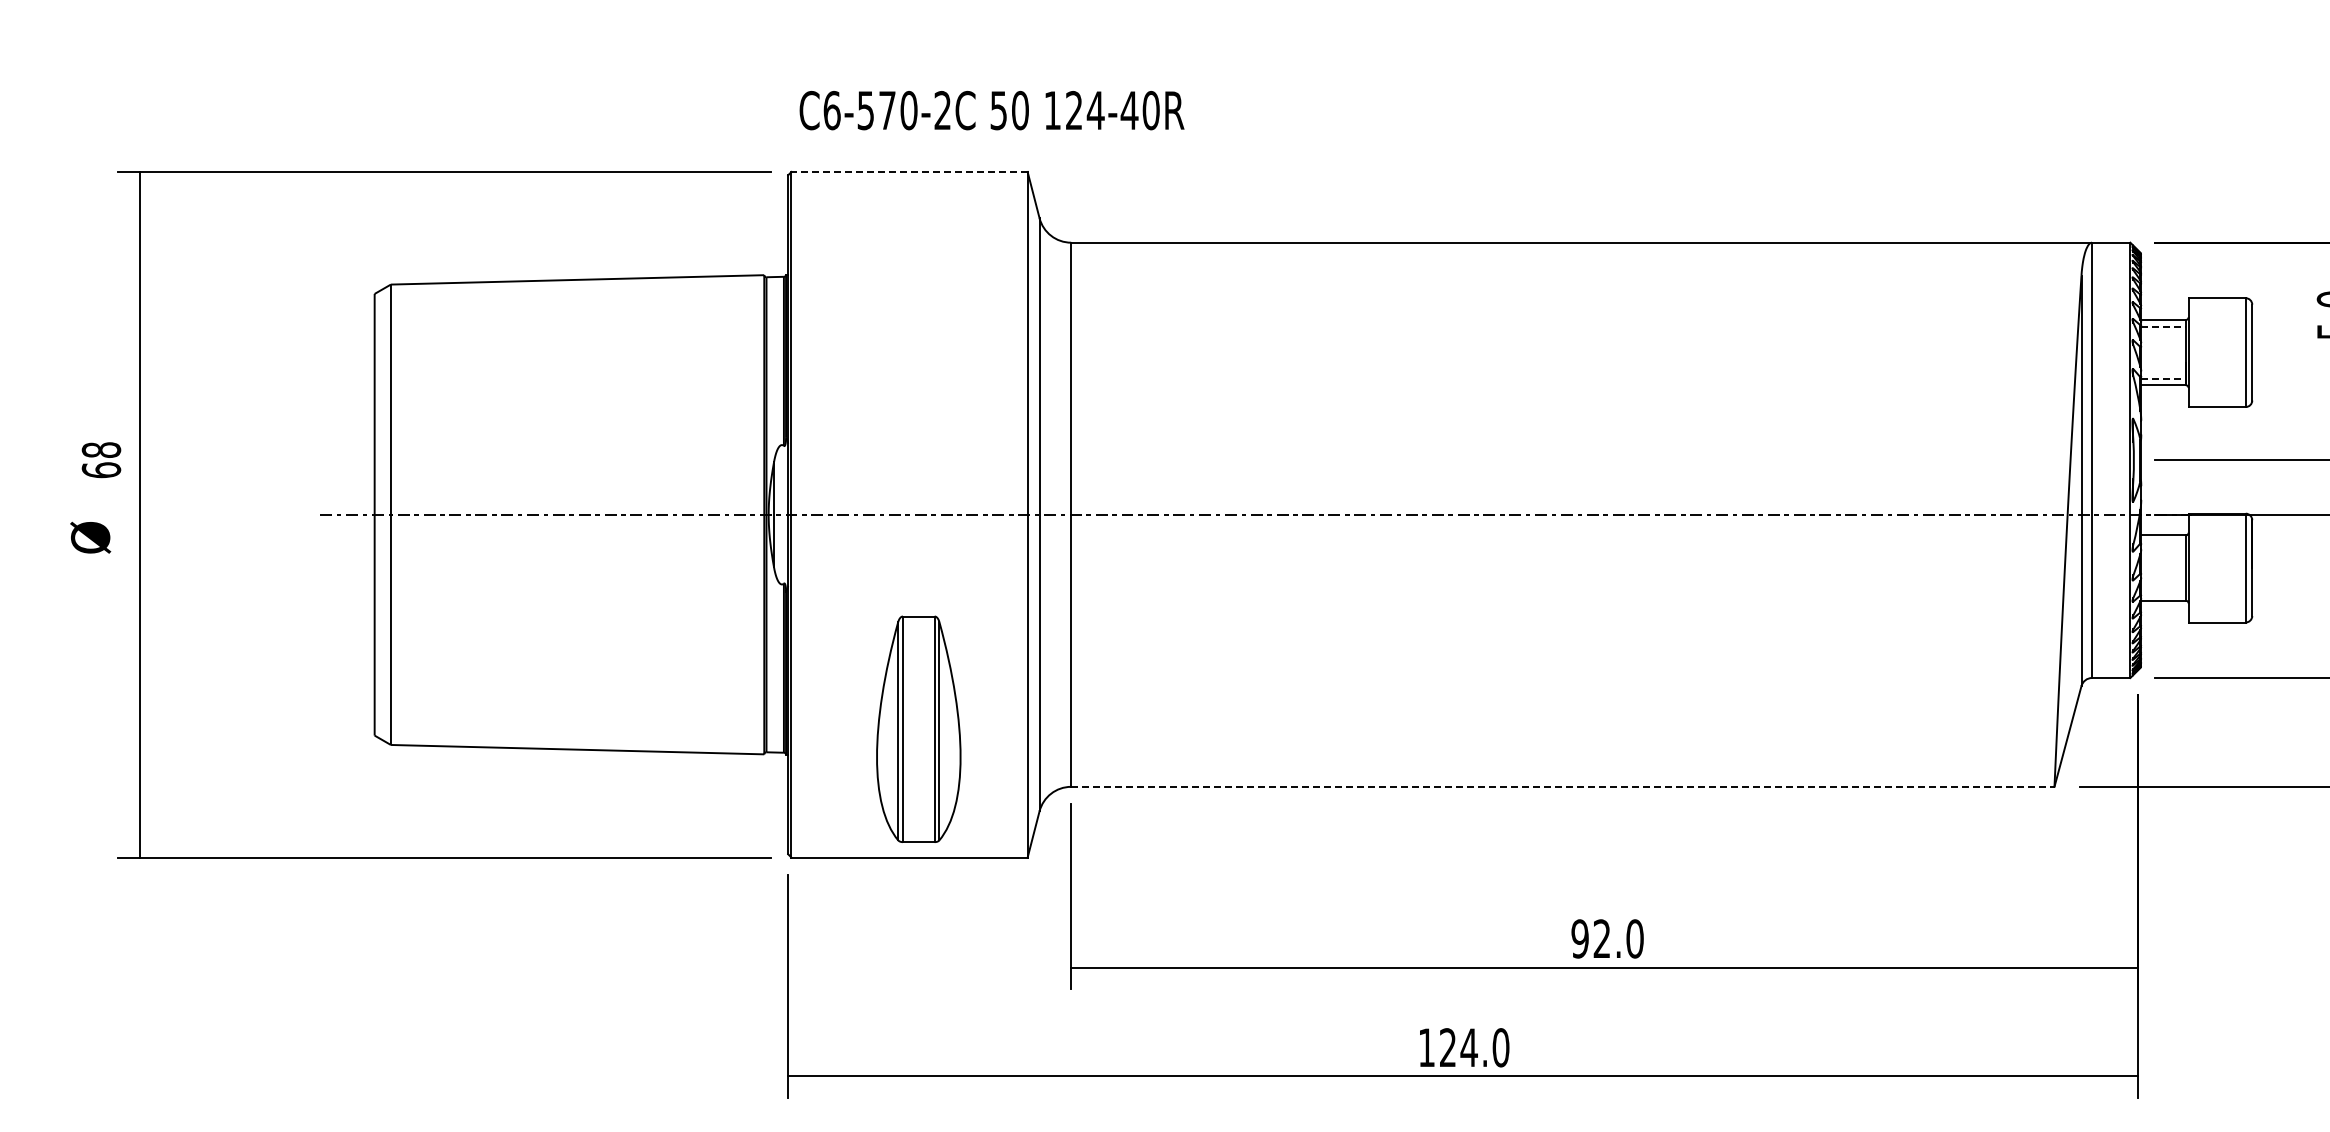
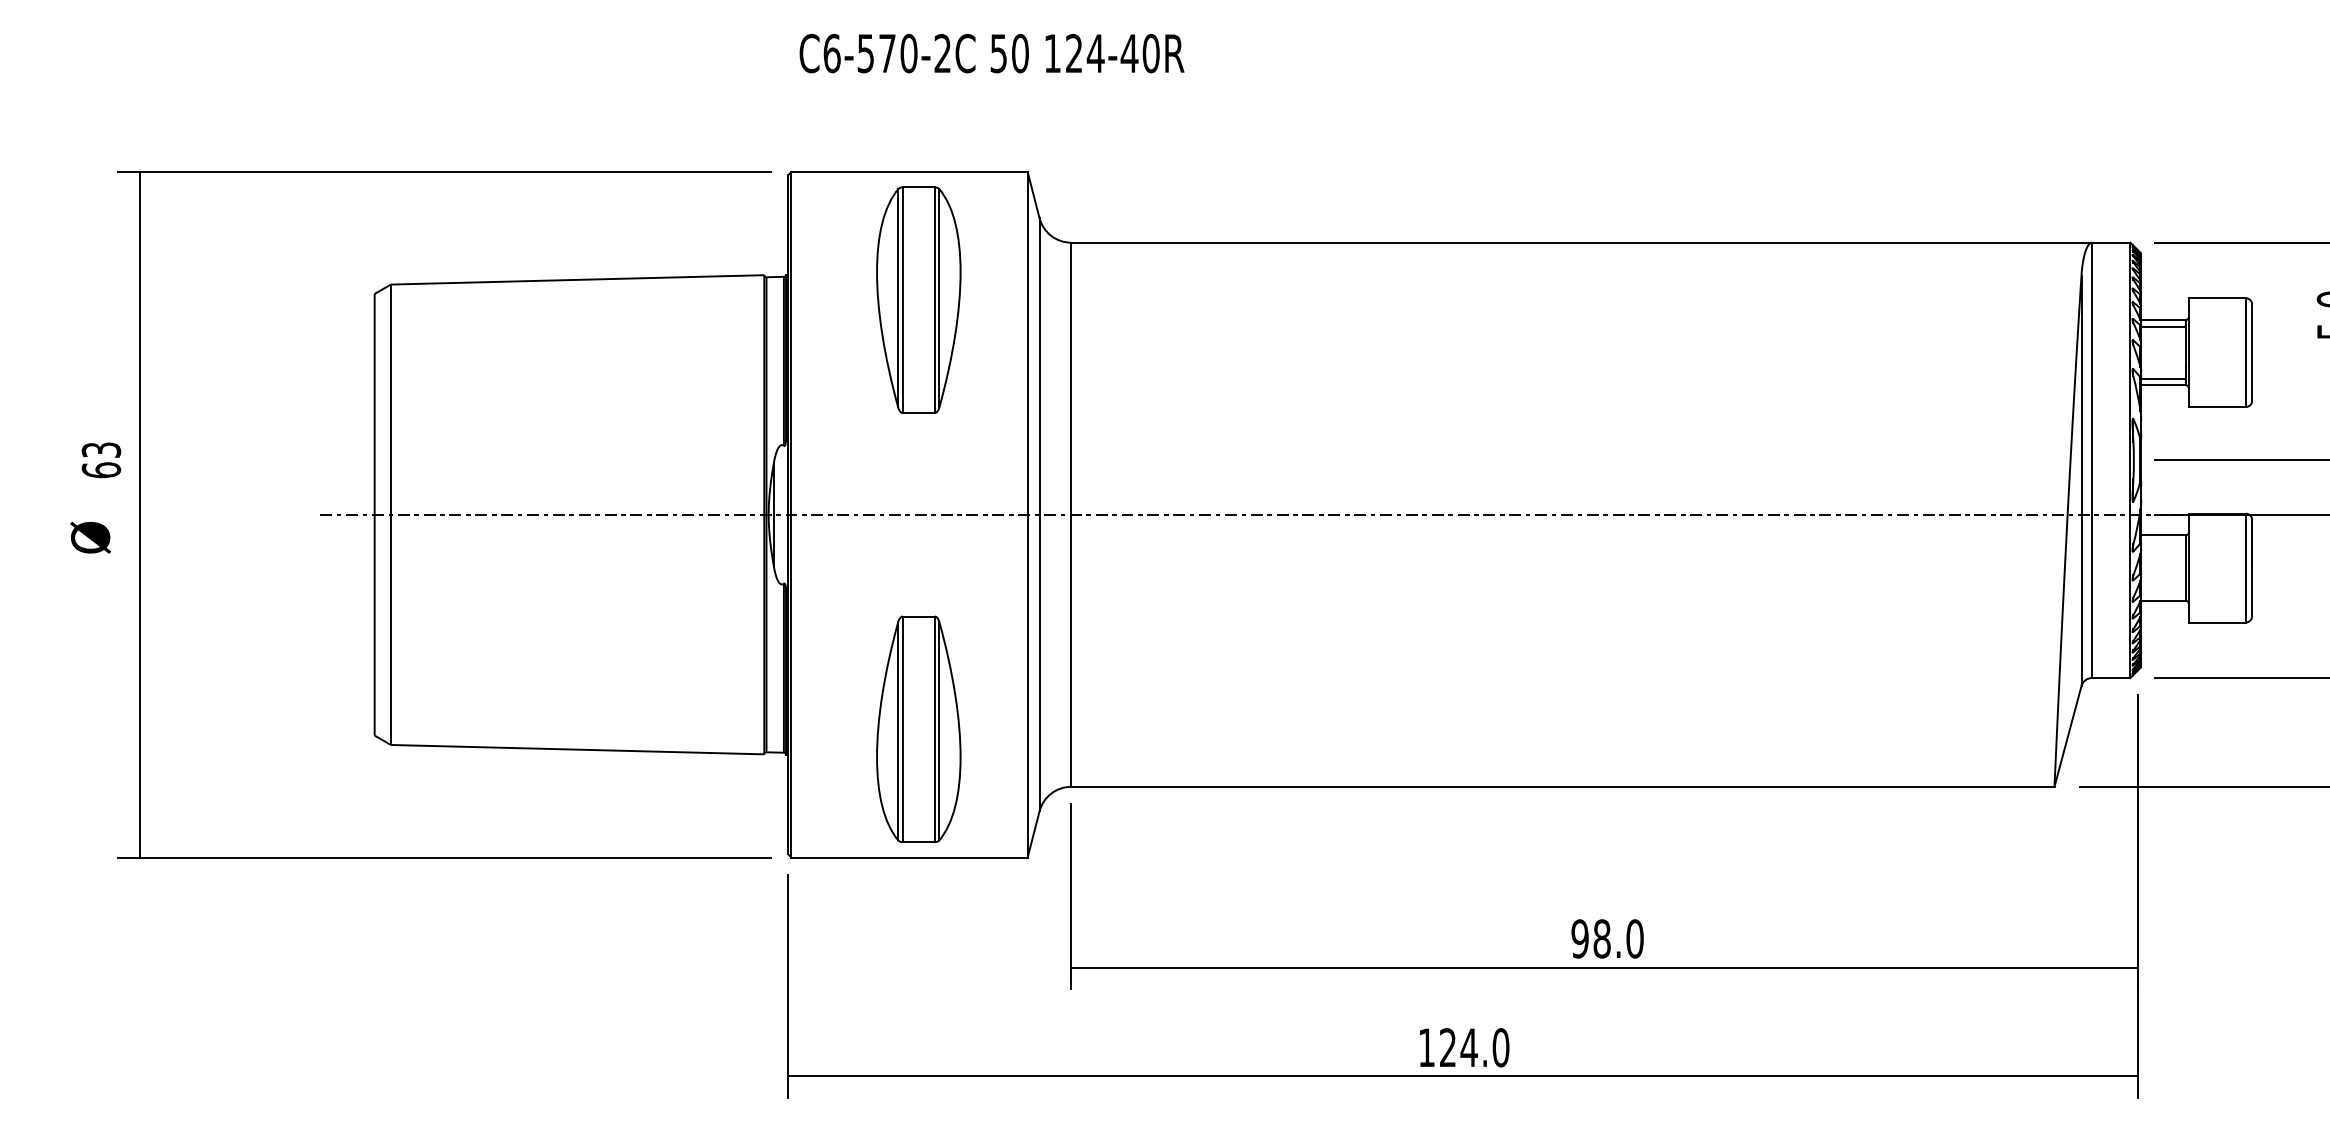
text at (991, 110) position: (991, 110) -> (991, 53)
line at (909, 171): dashed -> solid
part at (918, 299): none -> present
line at (2164, 326): dashed -> solid
line at (2164, 378): dashed -> solid
text at (101, 449): 68 -> 63
line at (1562, 786): dashed -> solid
text at (1601, 938): 92.0 -> 98.0
